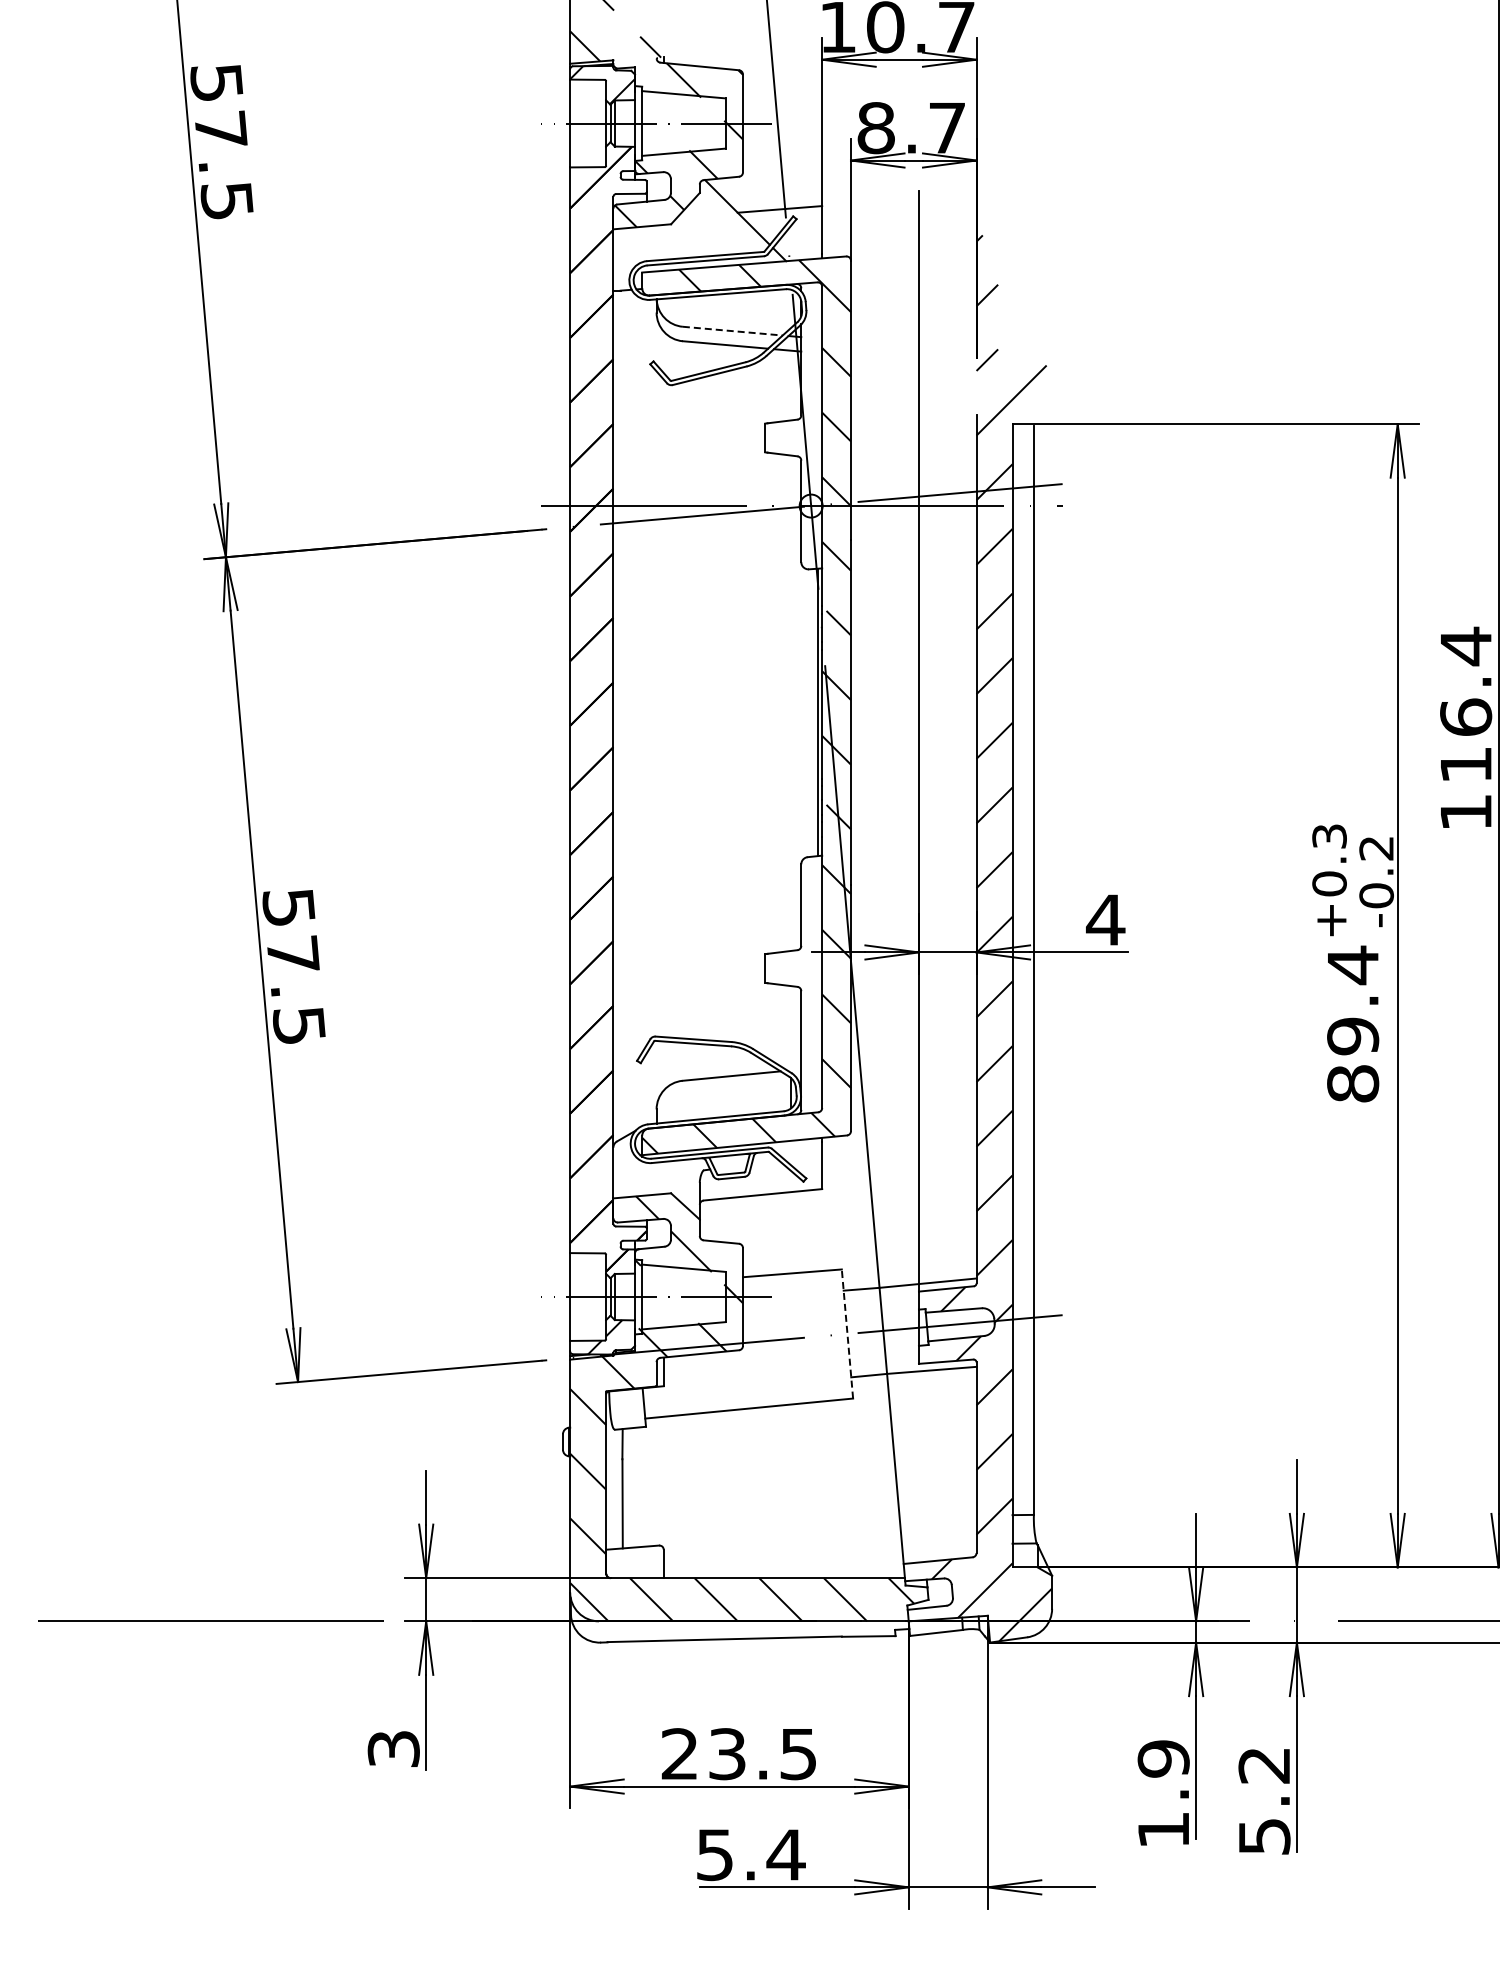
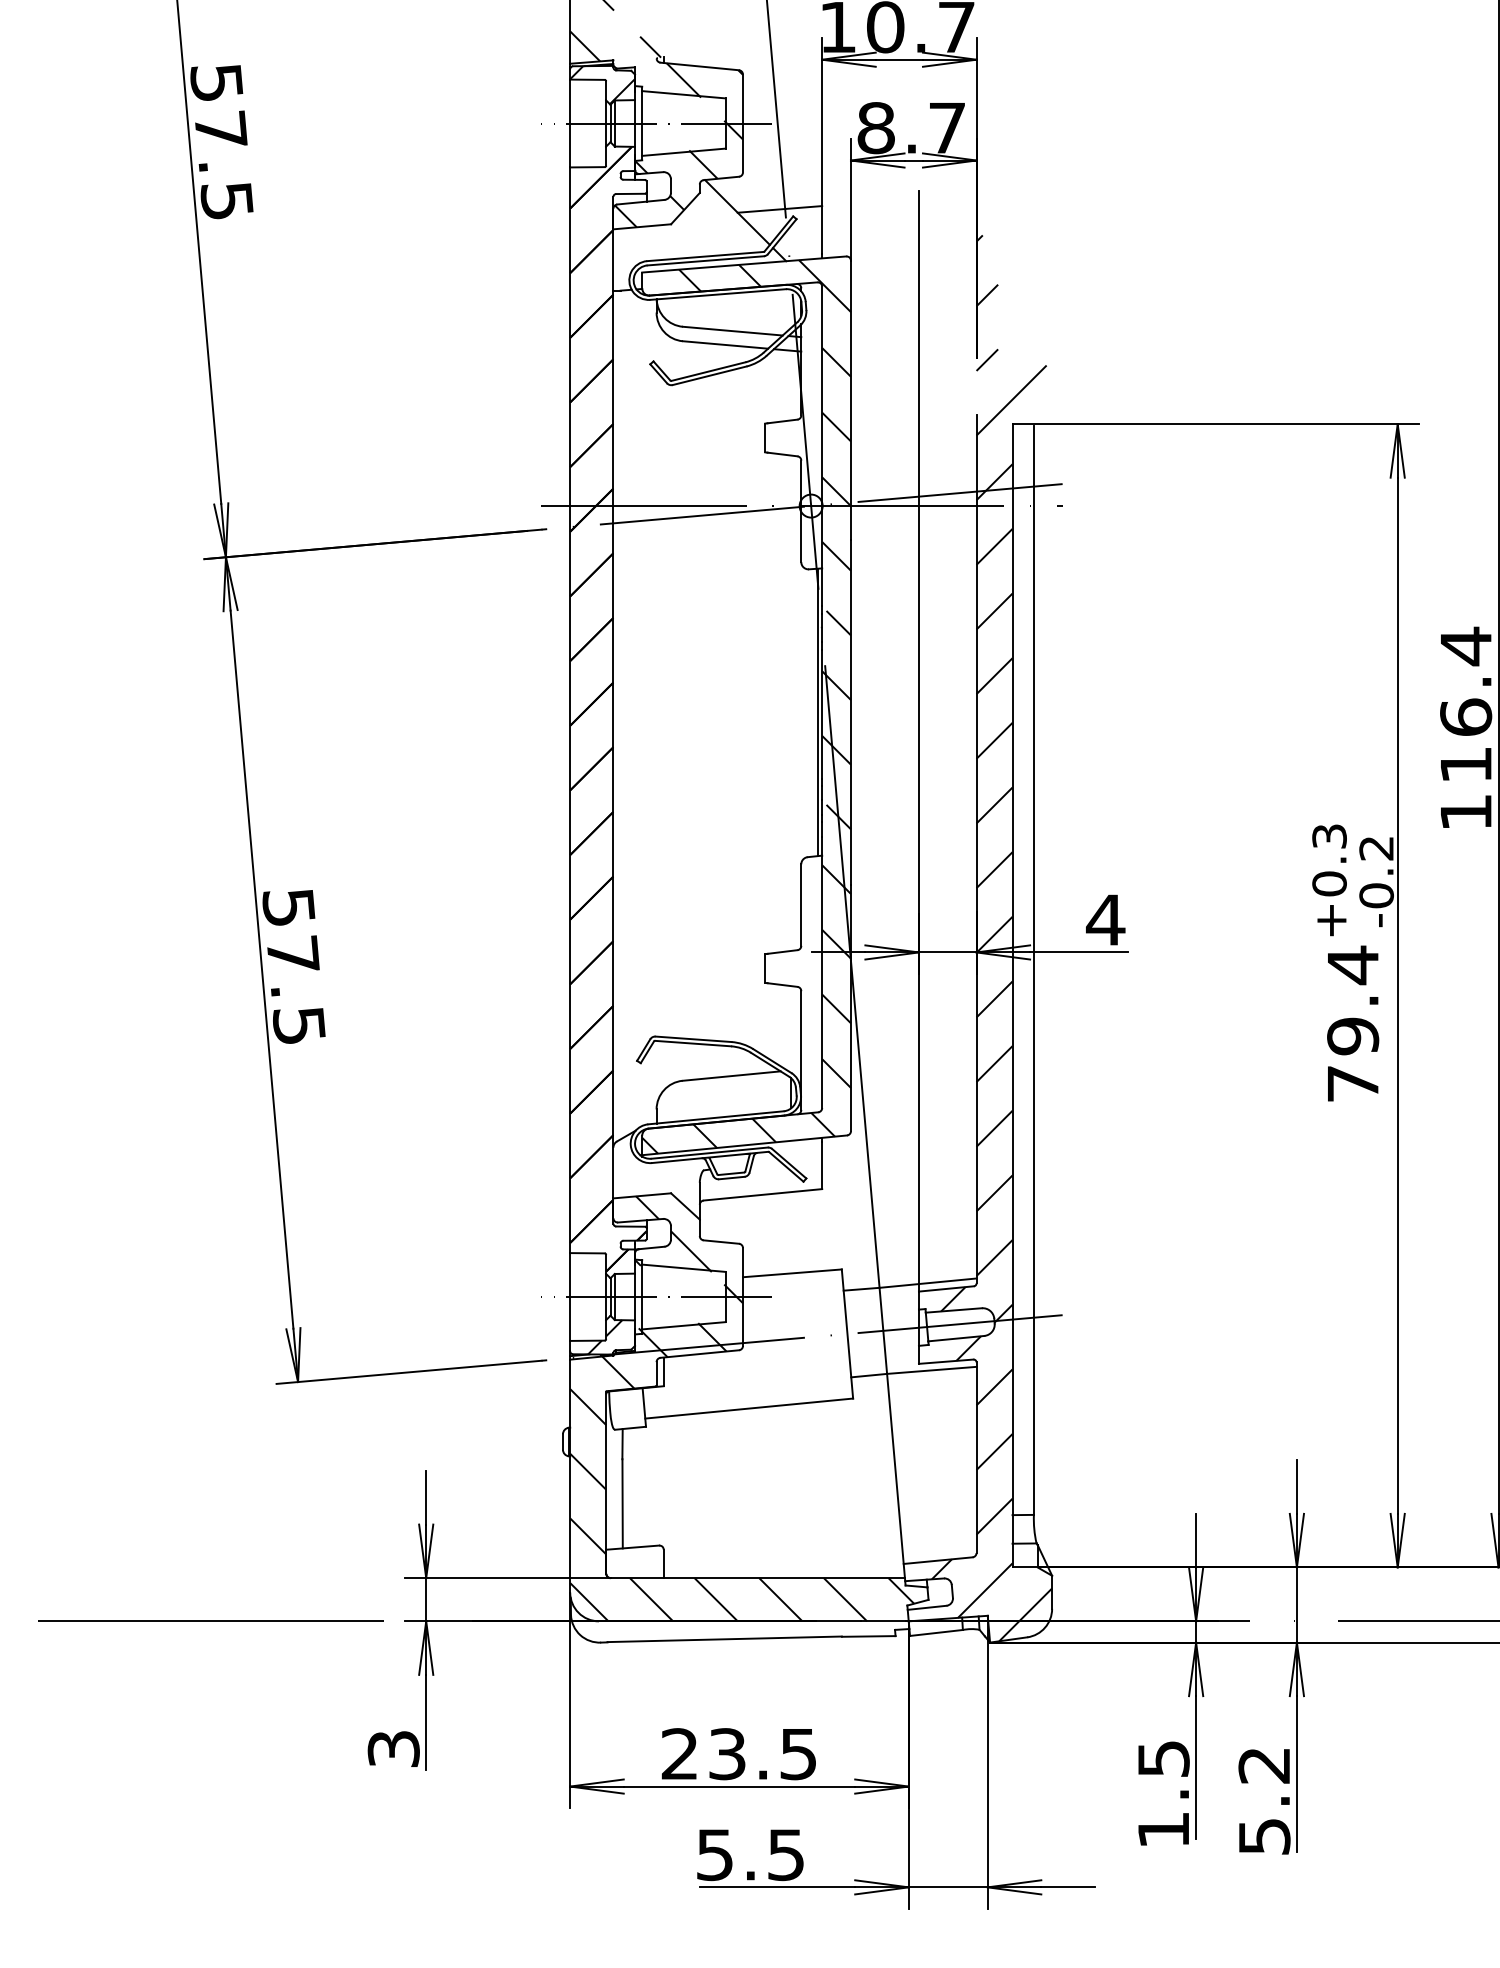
line at (733, 331): dashed -> solid
text at (1353, 1083): 89.4 -> 79.4
line at (847, 1334): dashed -> solid
text at (1163, 1758): 1.9 -> 1.5
text at (785, 1855): 5.4 -> 5.5
